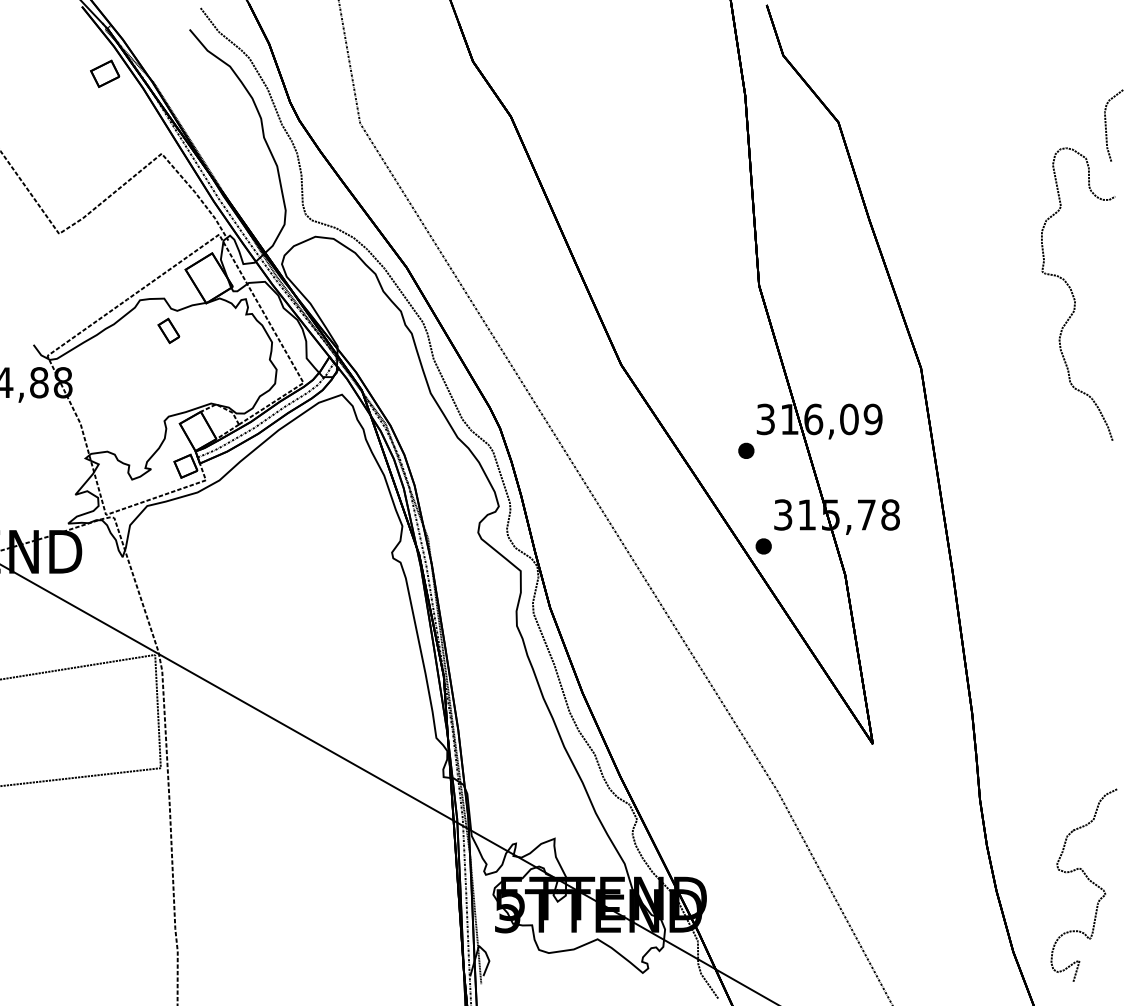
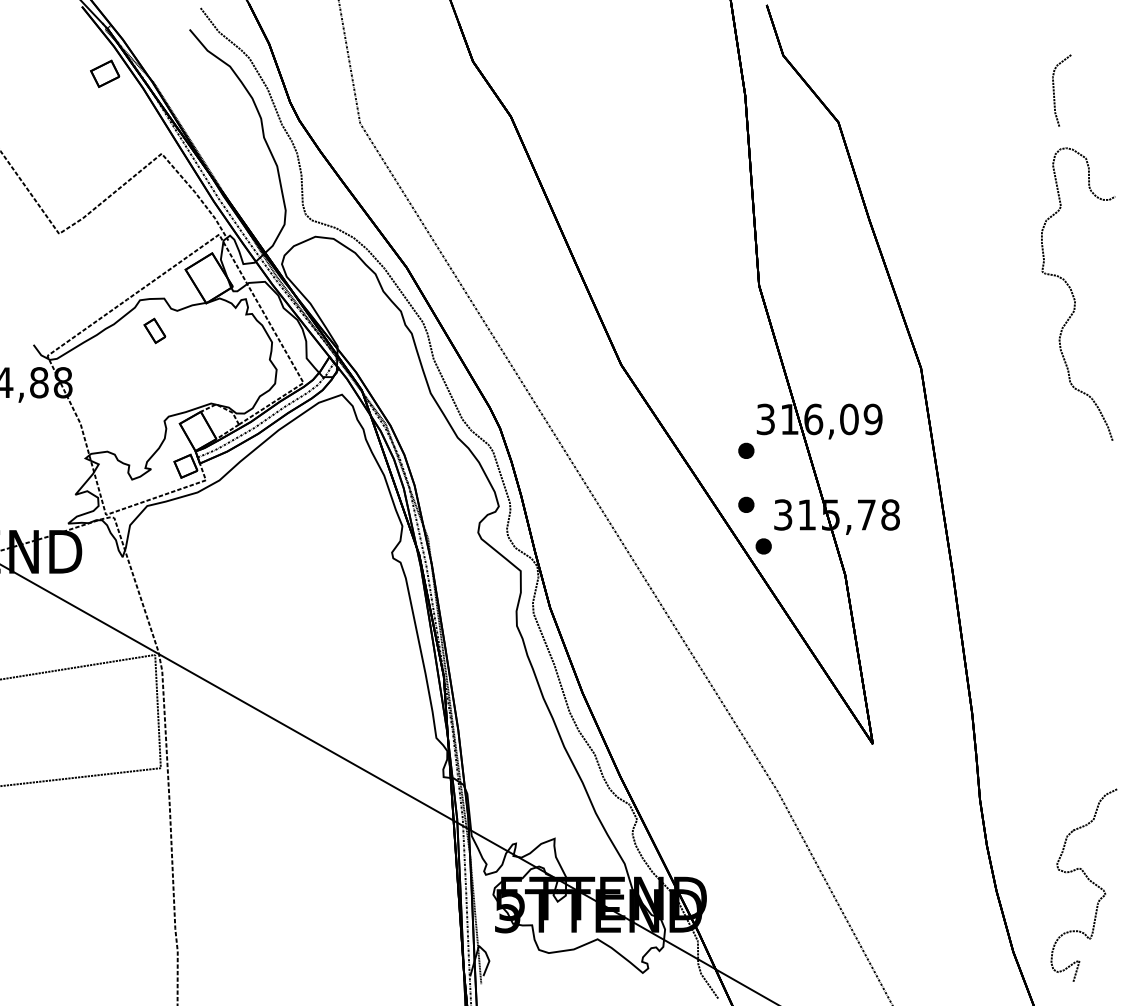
curve at (1106, 125) position: (1106, 125) -> (1054, 90)
part at (168, 330) position: (168, 330) -> (154, 330)
part at (746, 504): none -> present
